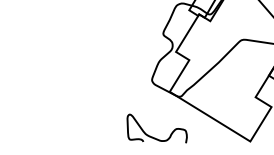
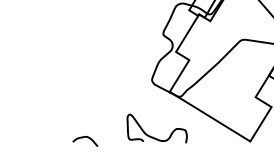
curve at (85, 137): none -> present
